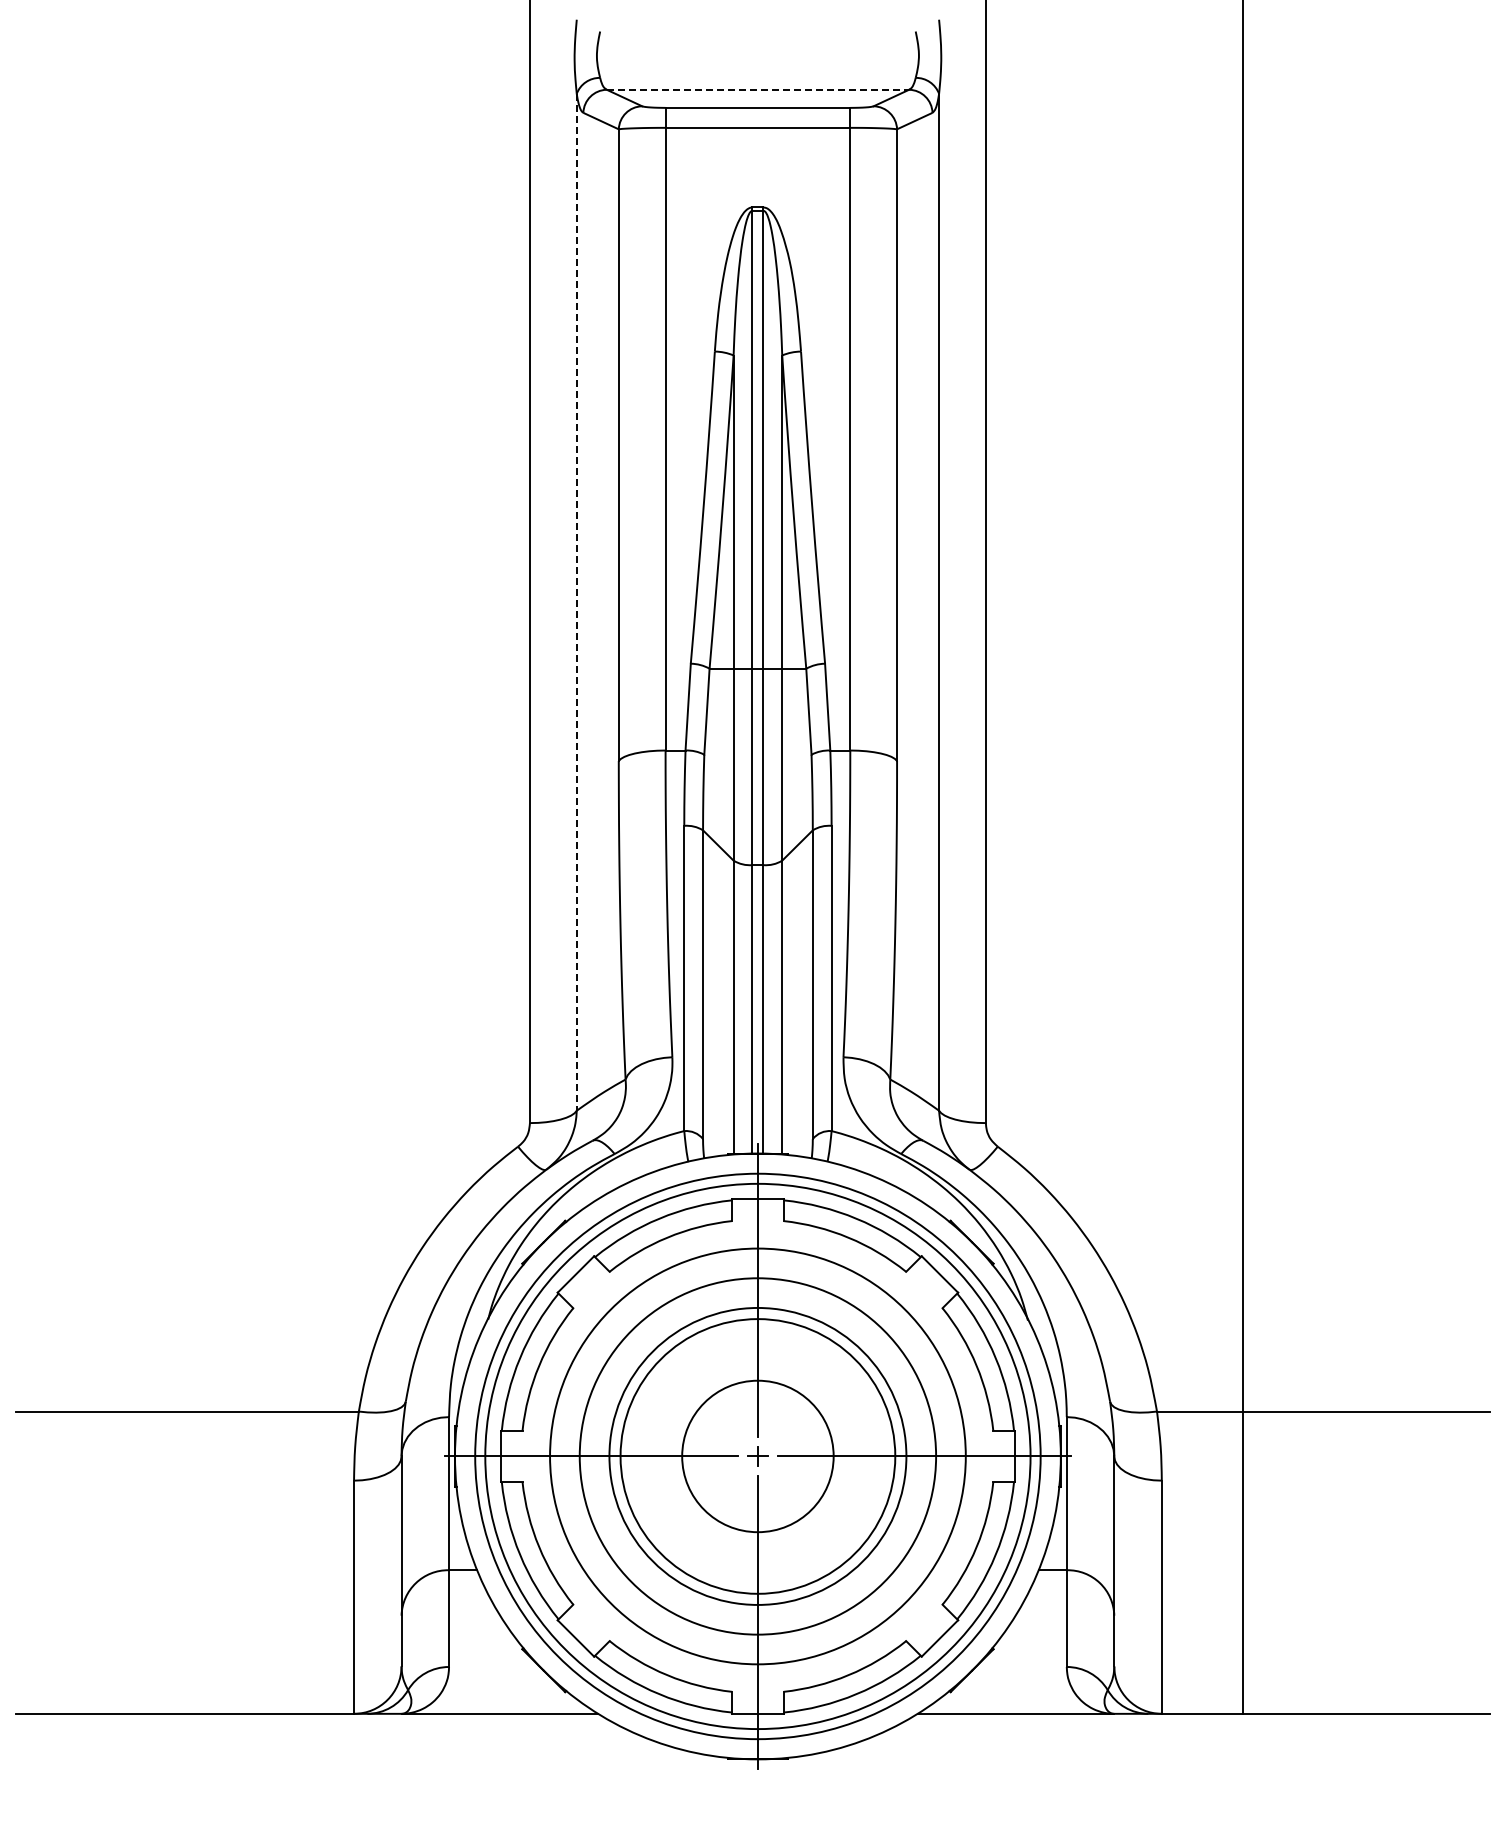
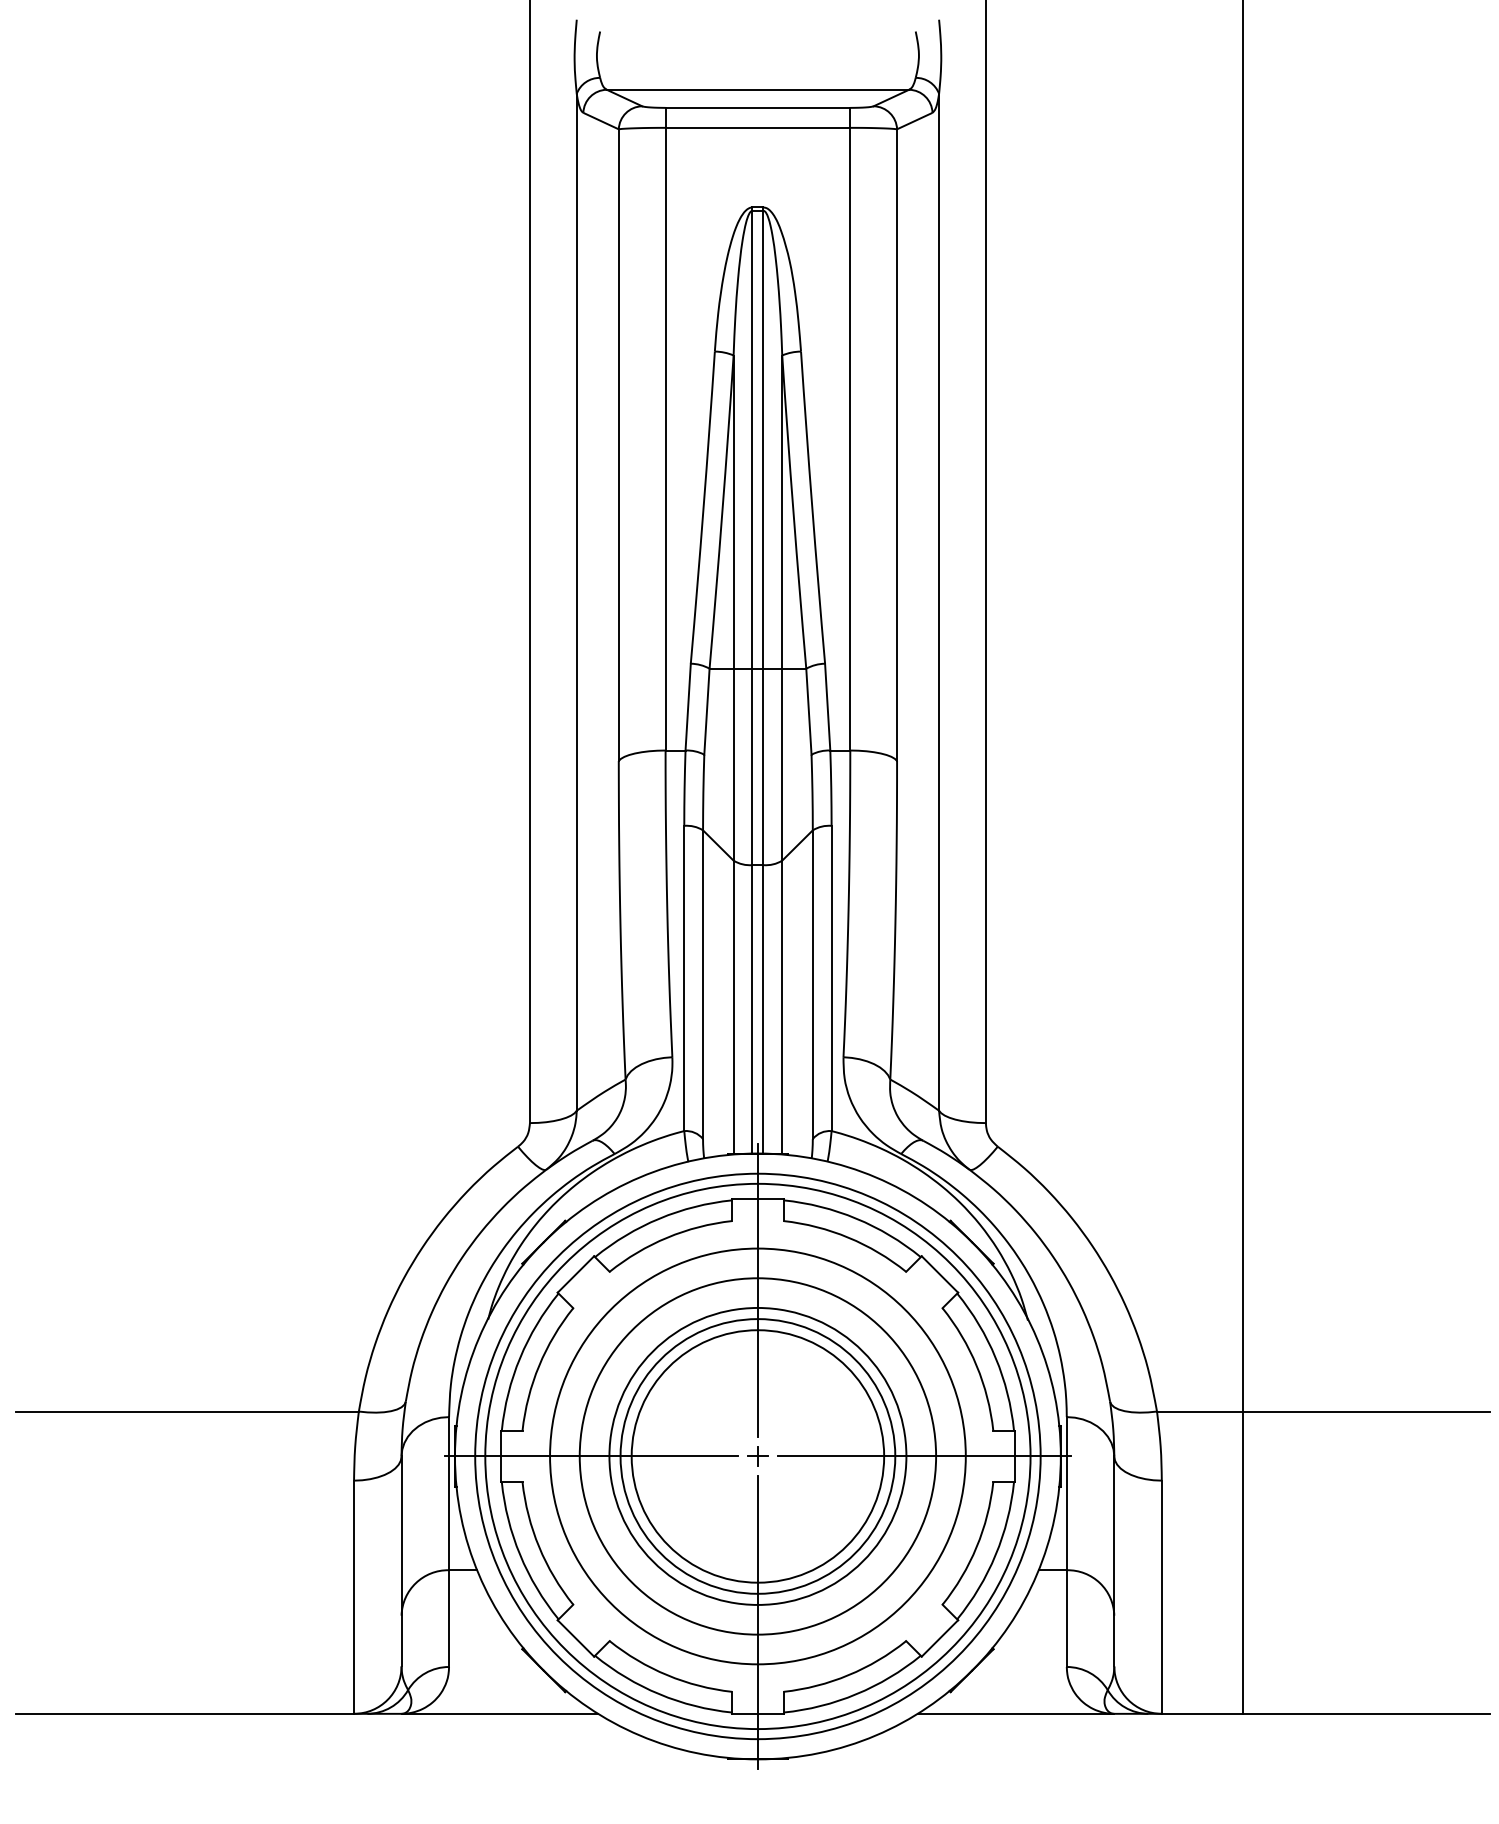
line at (758, 89): dashed -> solid
line at (576, 602): dashed -> solid
circle at (757, 1456) diameter: 151 px -> 252 px
